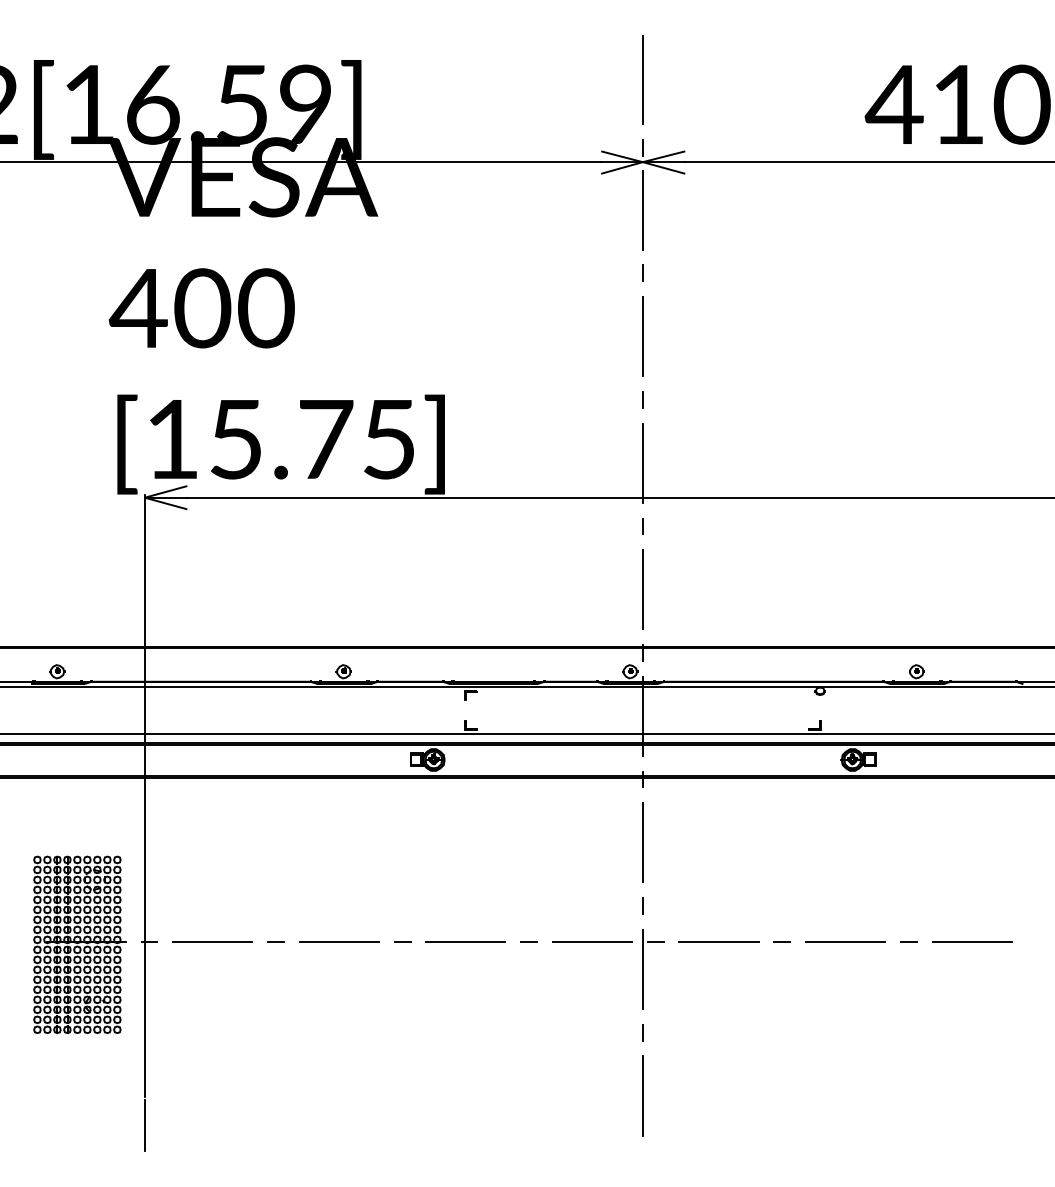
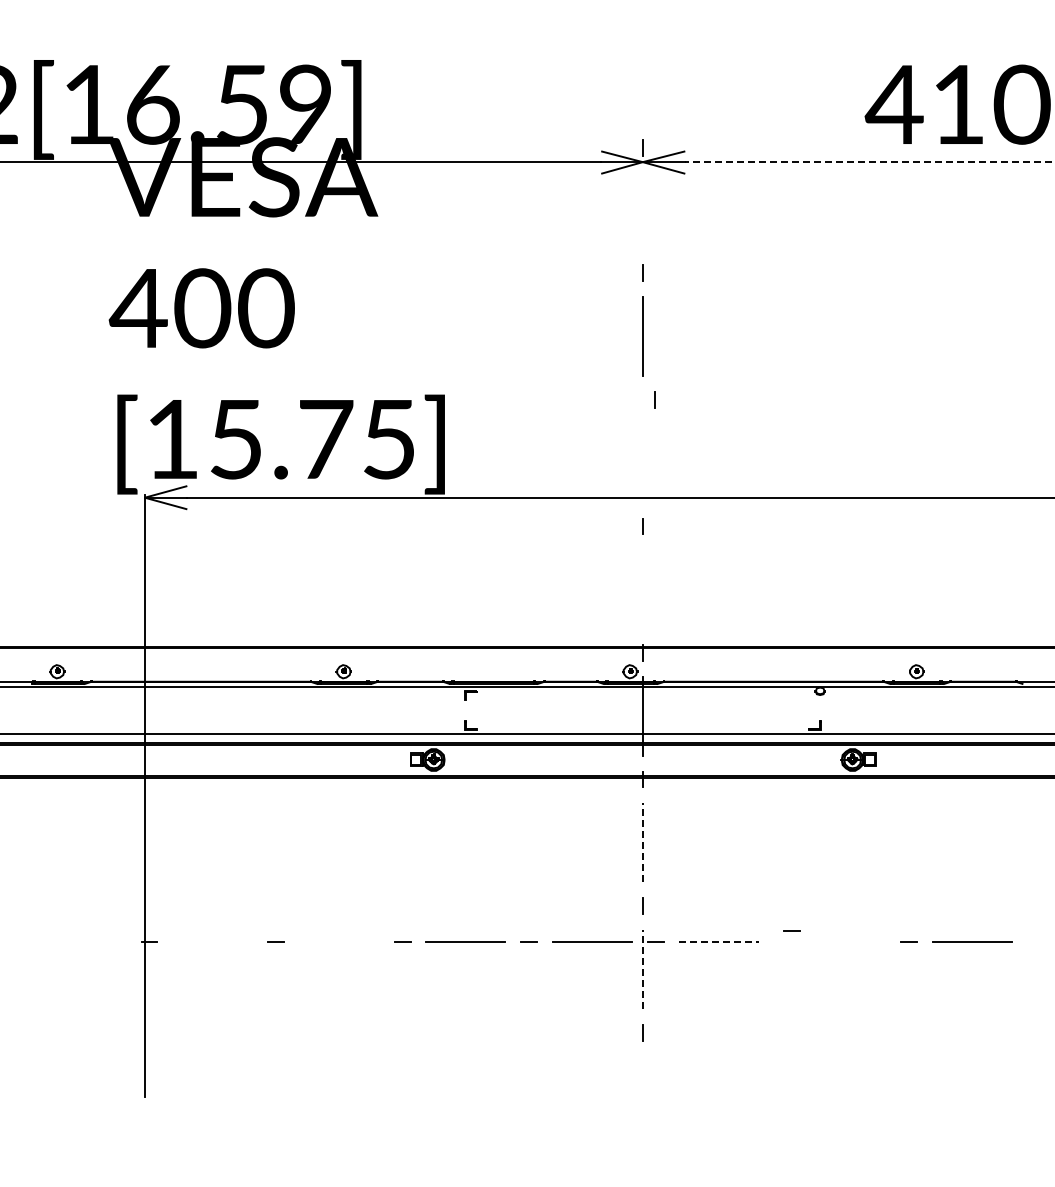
line at (642, 79): present -> none
line at (869, 162): solid -> dashed
line at (642, 210): present -> none
line at (642, 399) position: (642, 399) -> (654, 399)
line at (642, 462): present -> none
line at (642, 589): present -> none
line at (642, 842): solid -> dashed
line at (212, 941): present -> none
line at (781, 941) position: (781, 941) -> (791, 930)
line at (338, 942): present -> none
line at (719, 942): solid -> dashed
line at (845, 942): present -> none
part at (79, 944): present -> none
line at (642, 969): solid -> dashed
line at (642, 1095): present -> none
line at (144, 1125): present -> none
